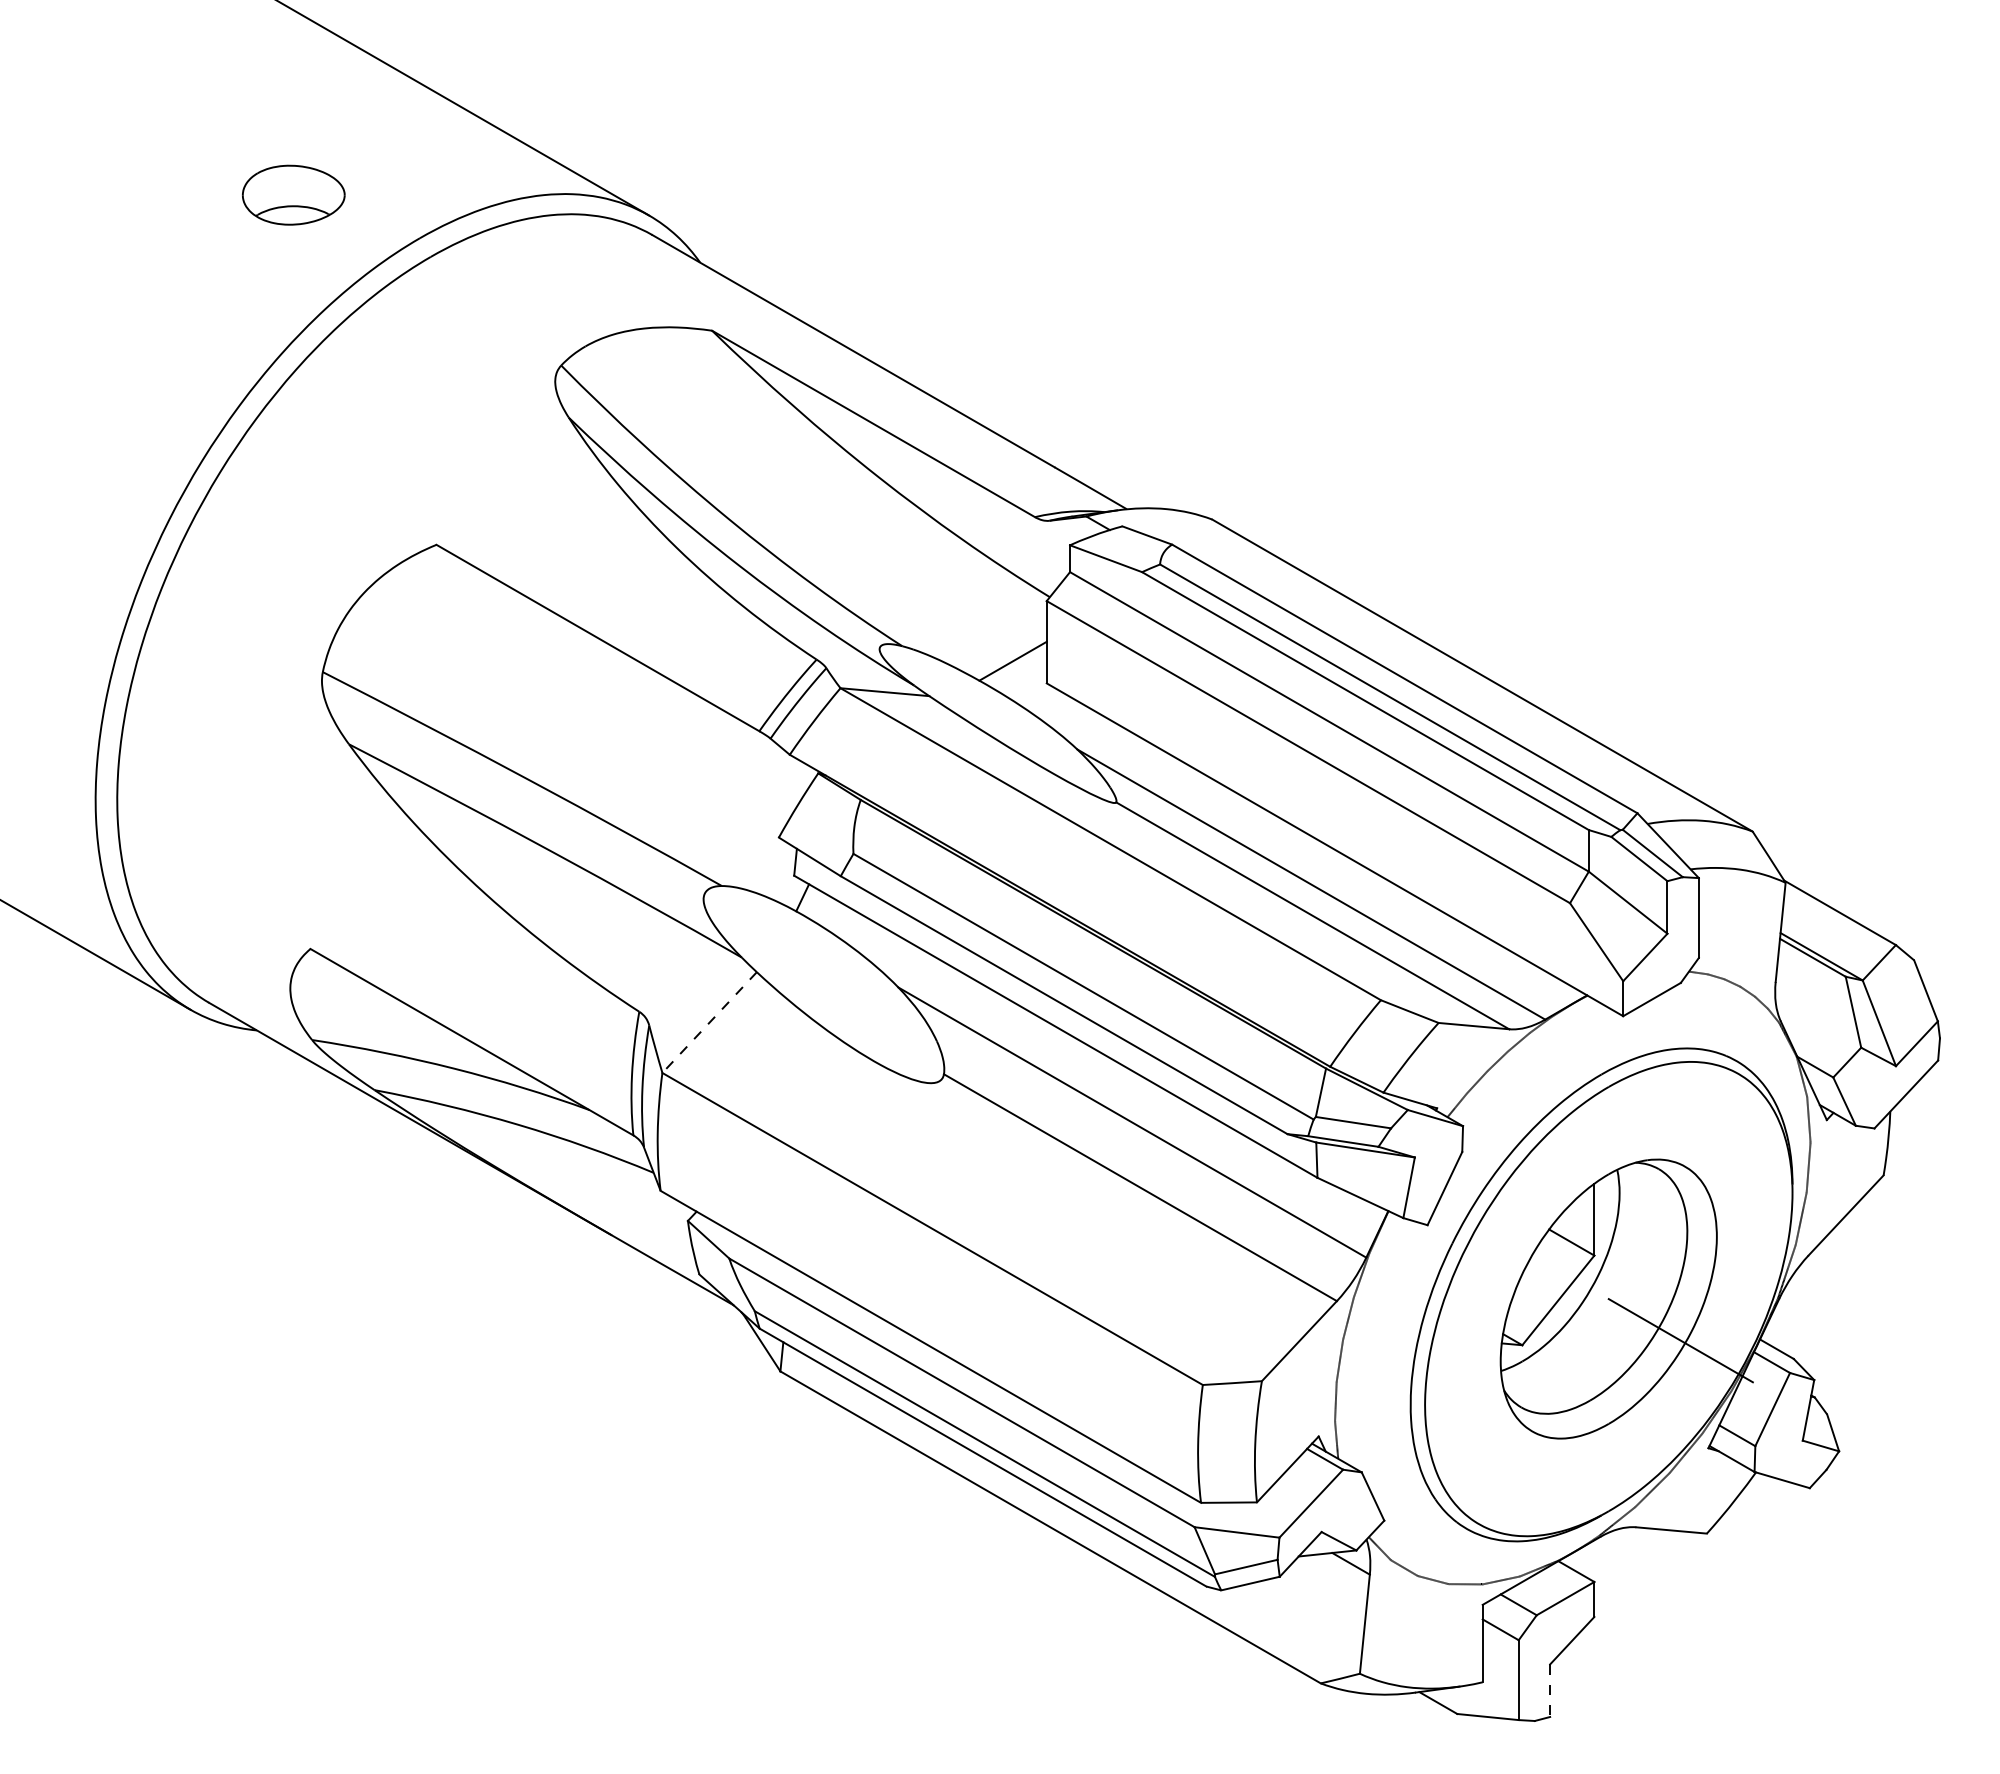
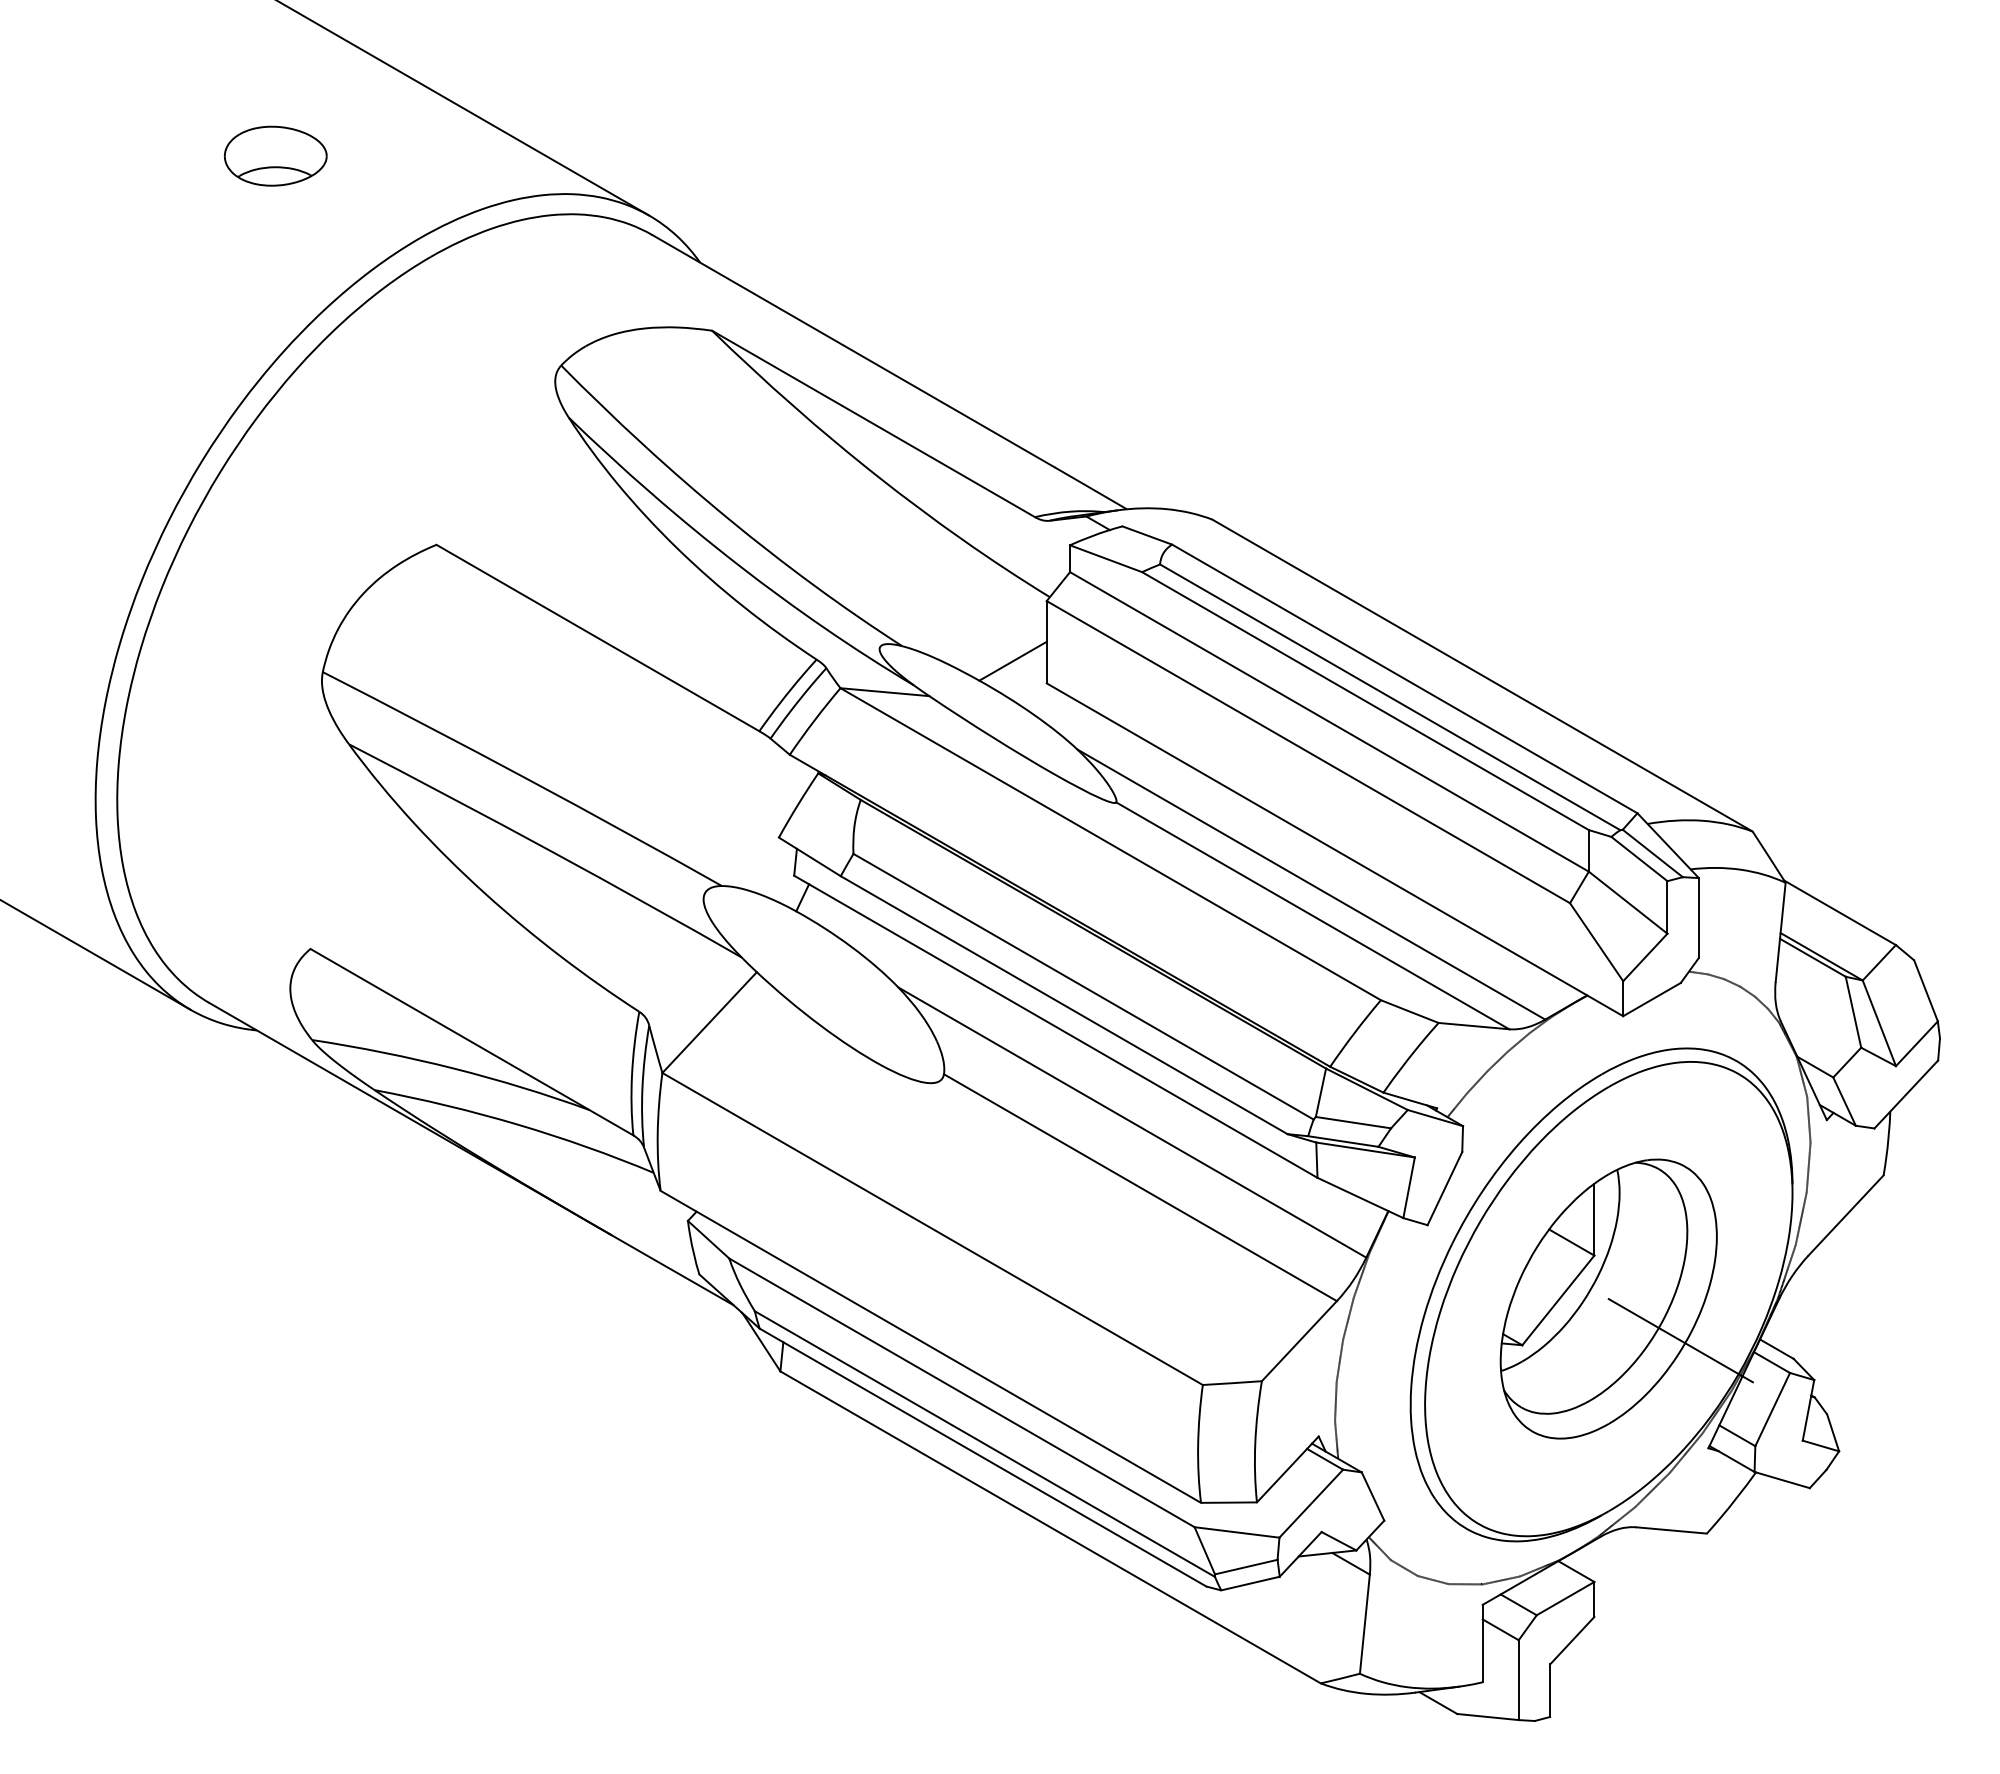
part at (293, 194) position: (293, 194) -> (275, 155)
line at (709, 1022): dashed -> solid
line at (1550, 1691): dashed -> solid
